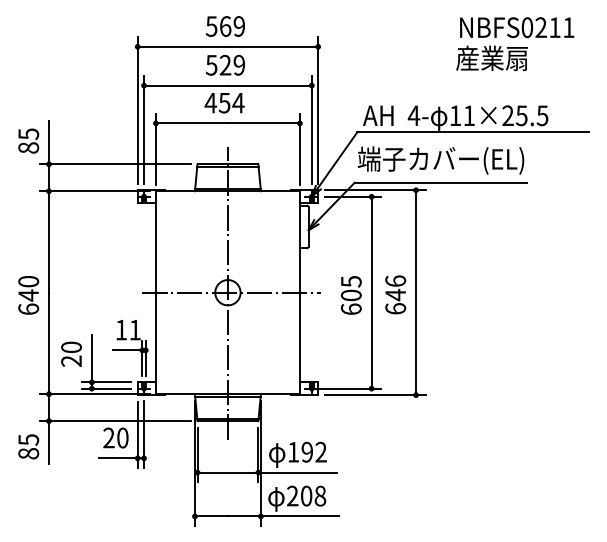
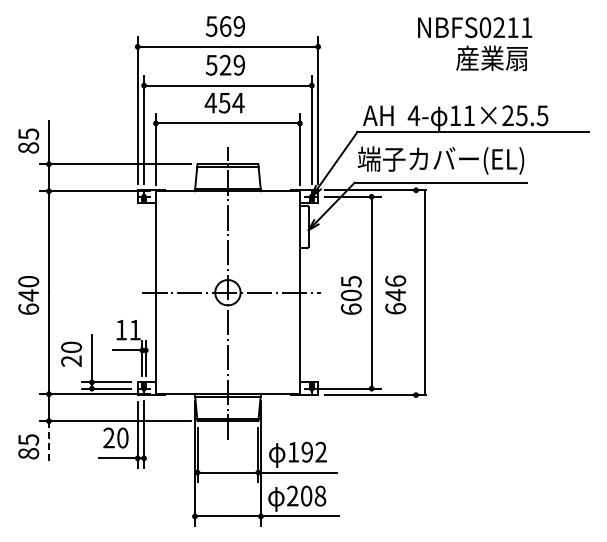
text at (517, 27) position: (517, 27) -> (475, 27)
line at (416, 292) position: (416, 292) -> (425, 292)
line at (49, 443): solid -> dashed
